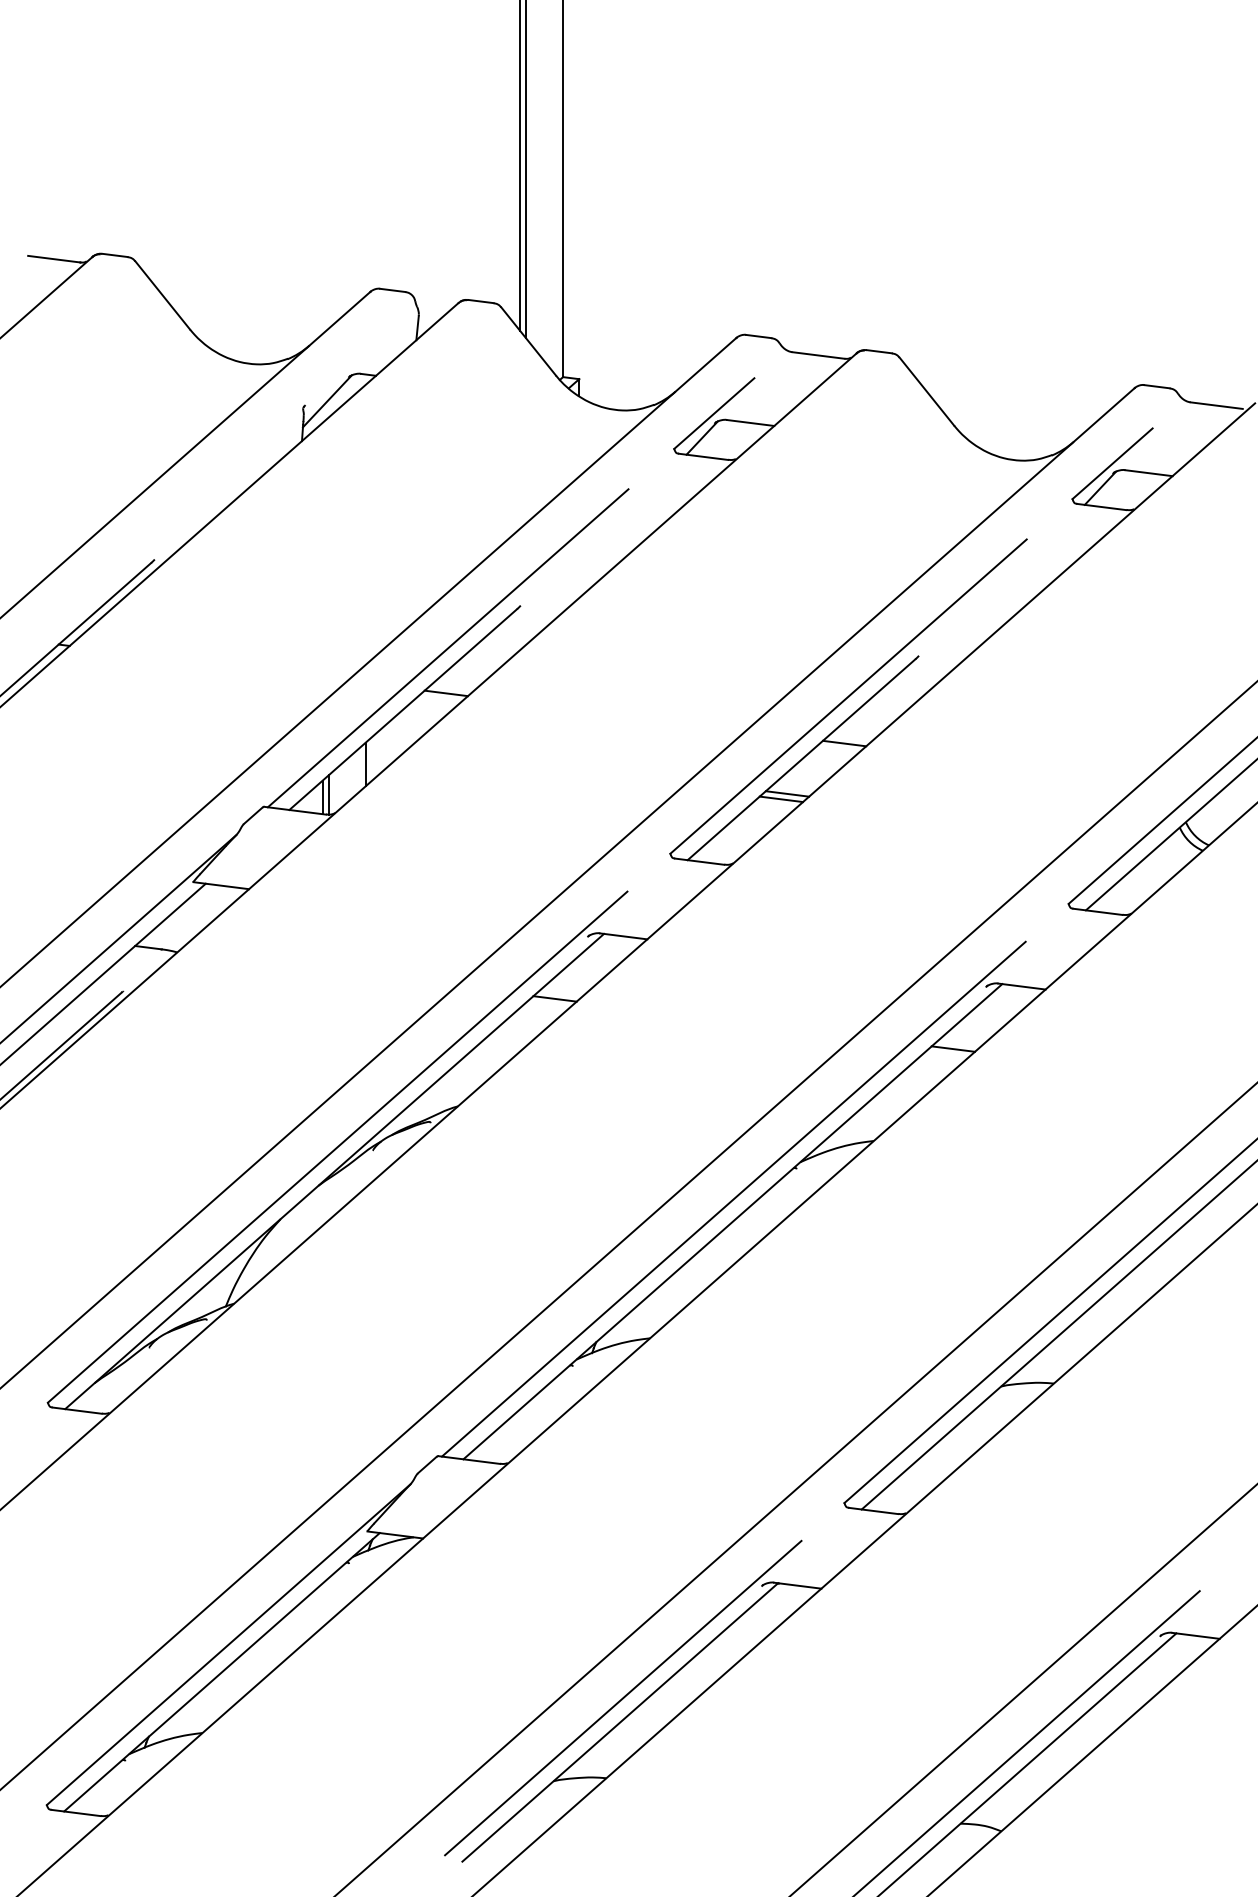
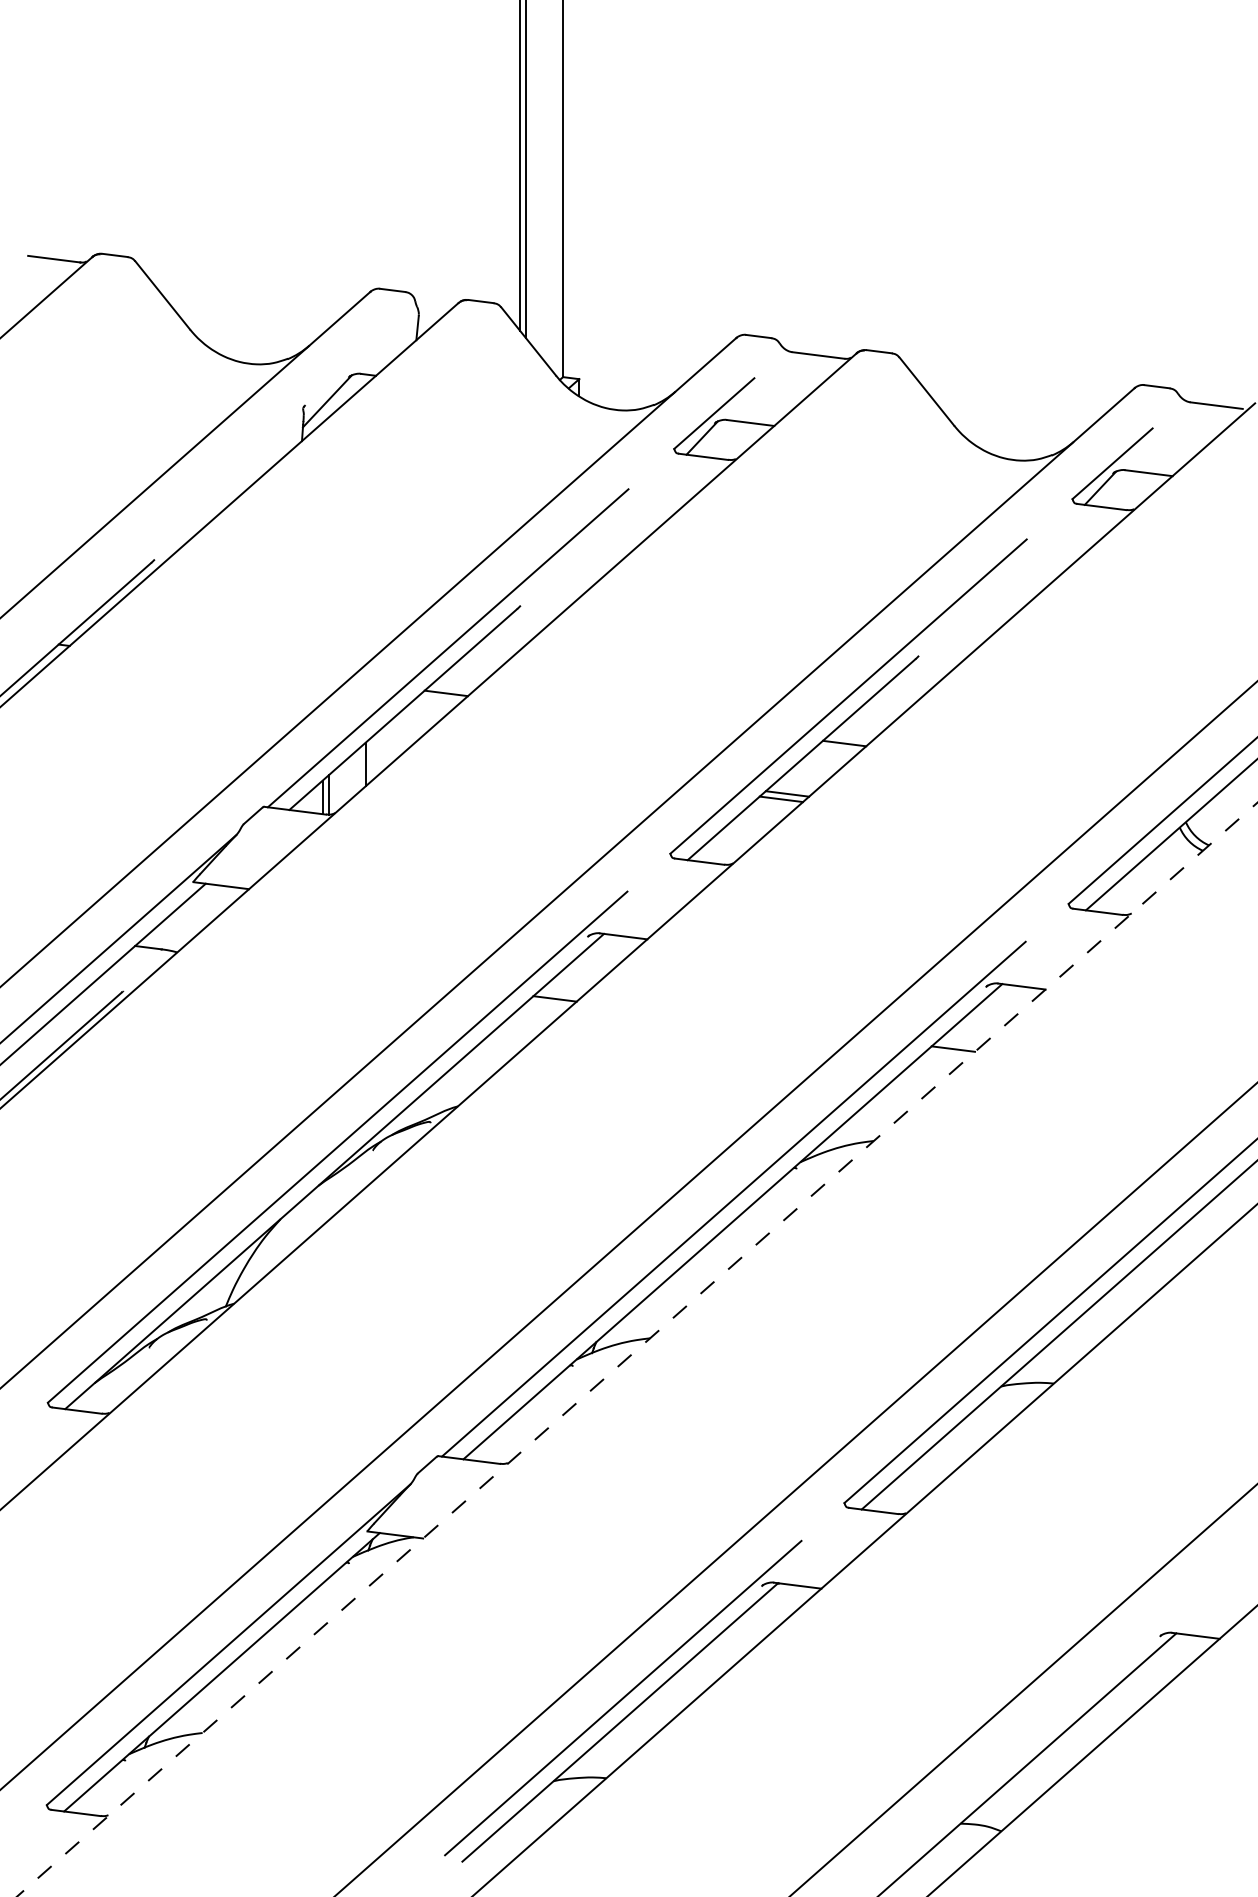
line at (637, 1349): solid -> dashed
line at (1027, 1742): present -> none
